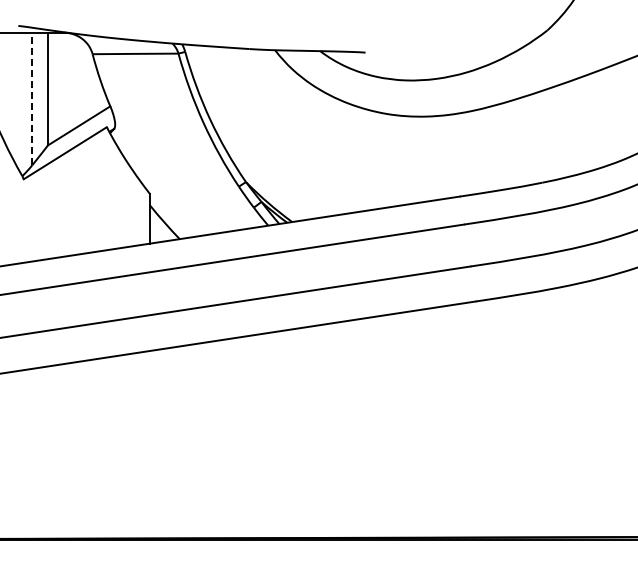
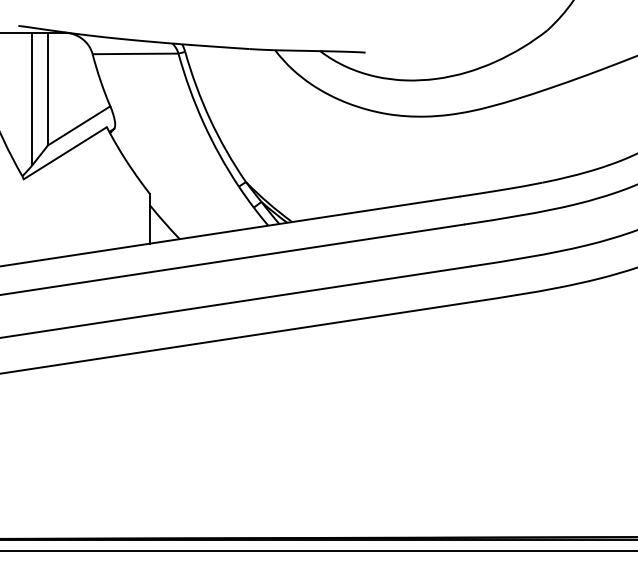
line at (32, 98): dashed -> solid
line at (318, 550): none -> present
